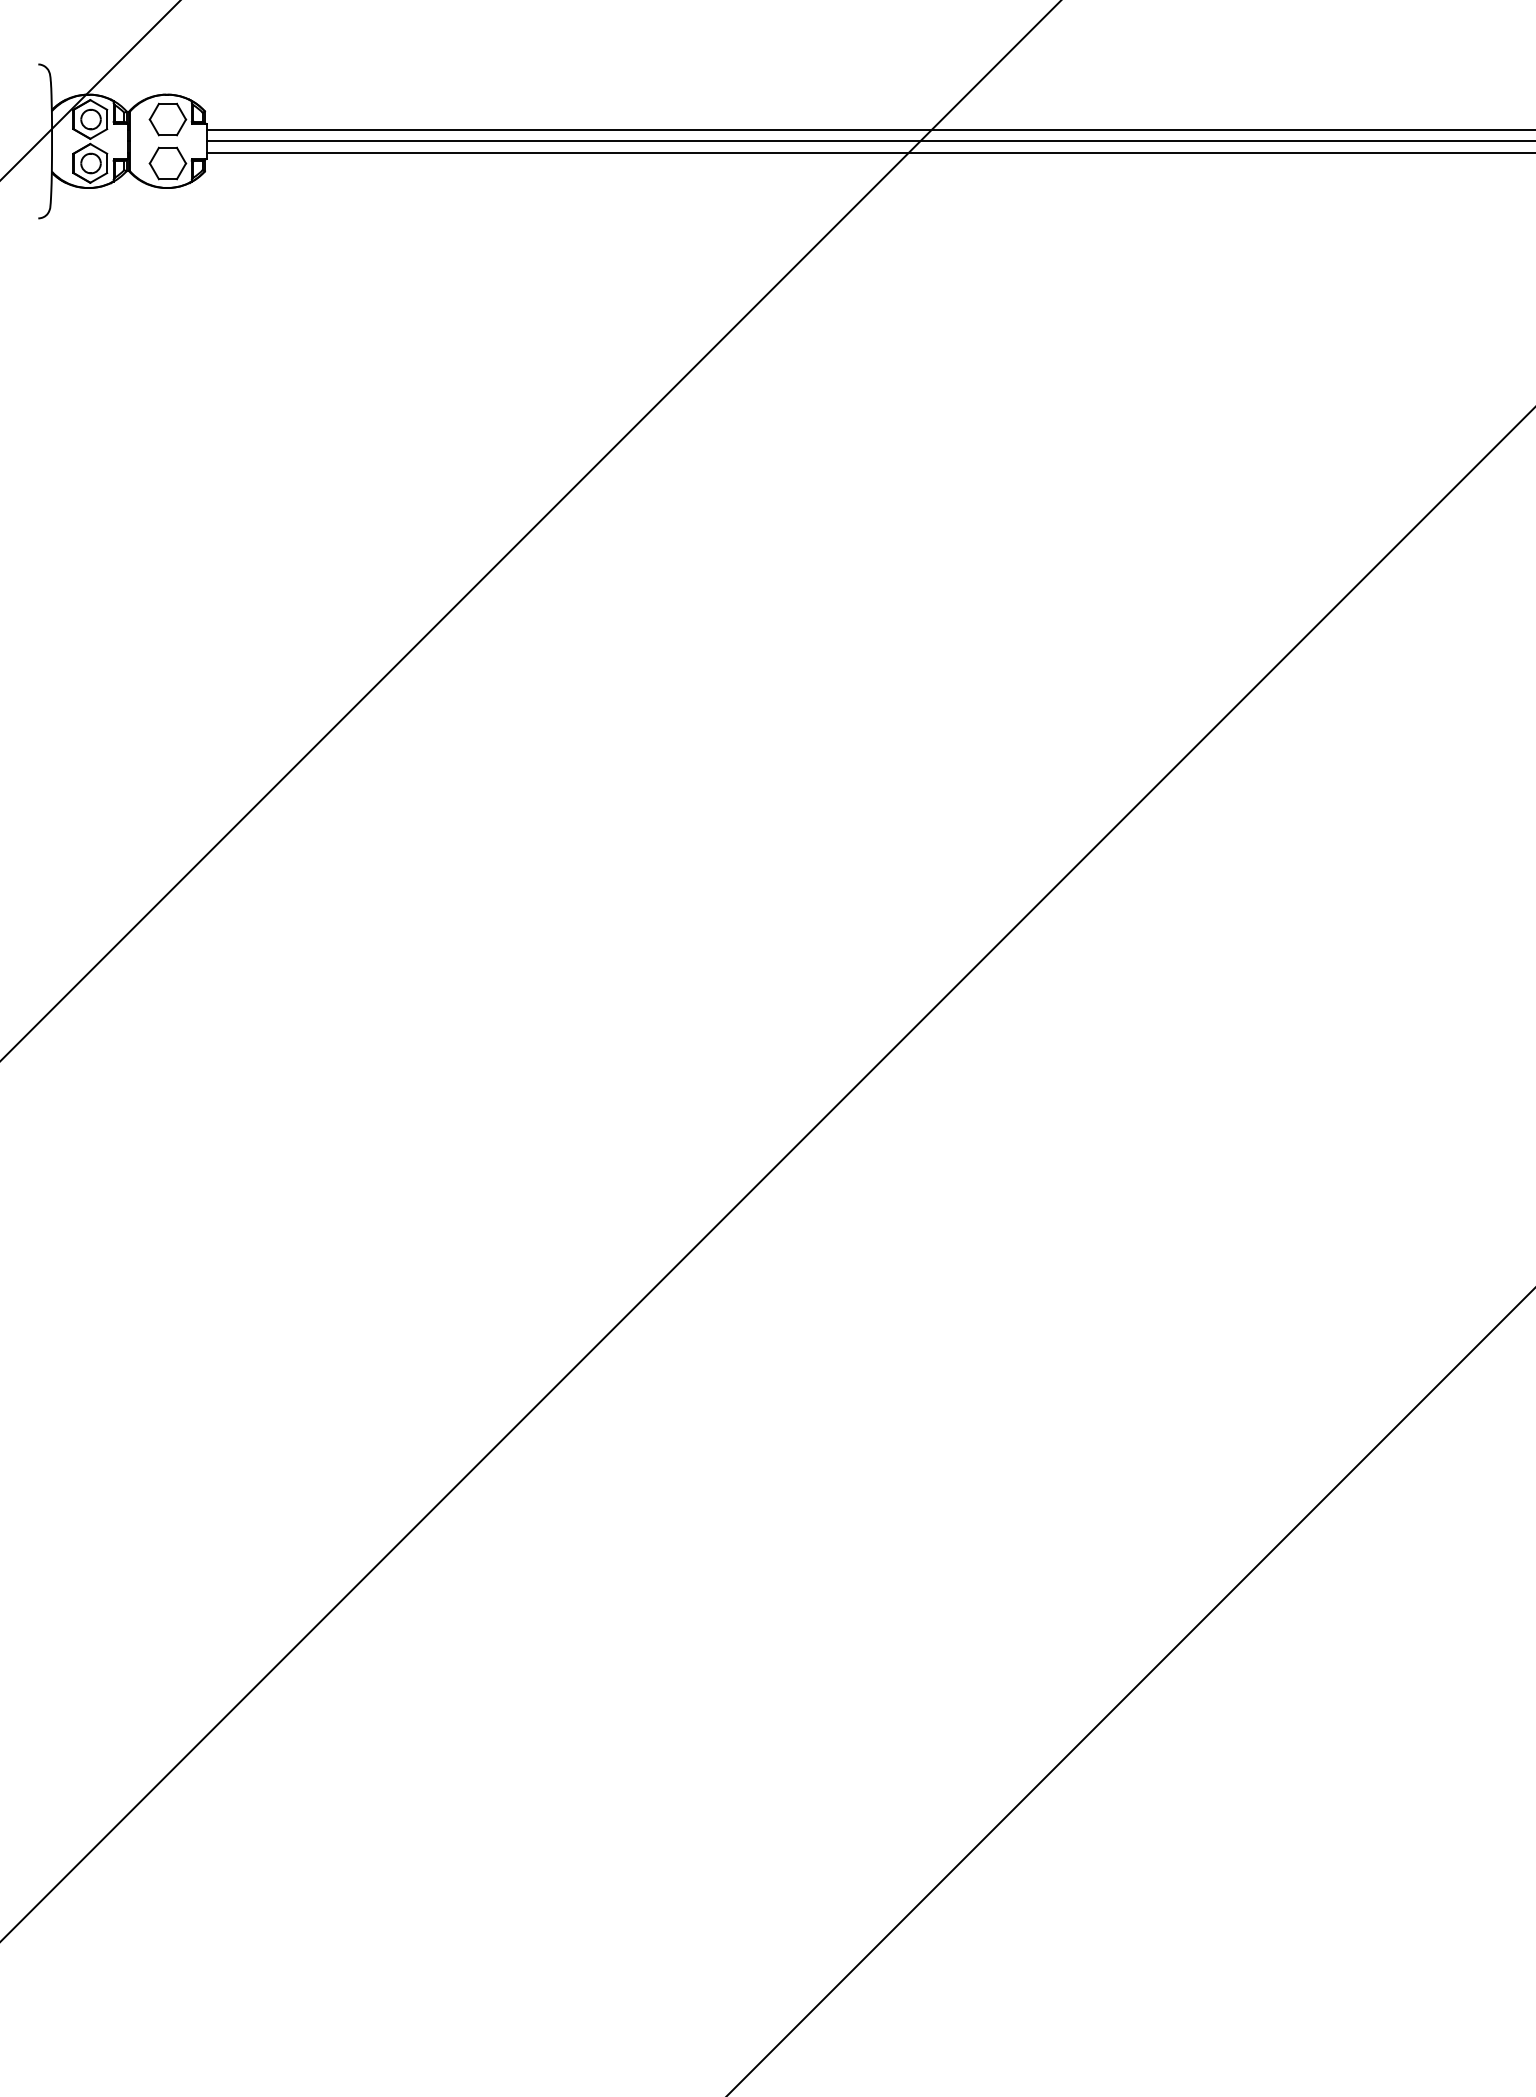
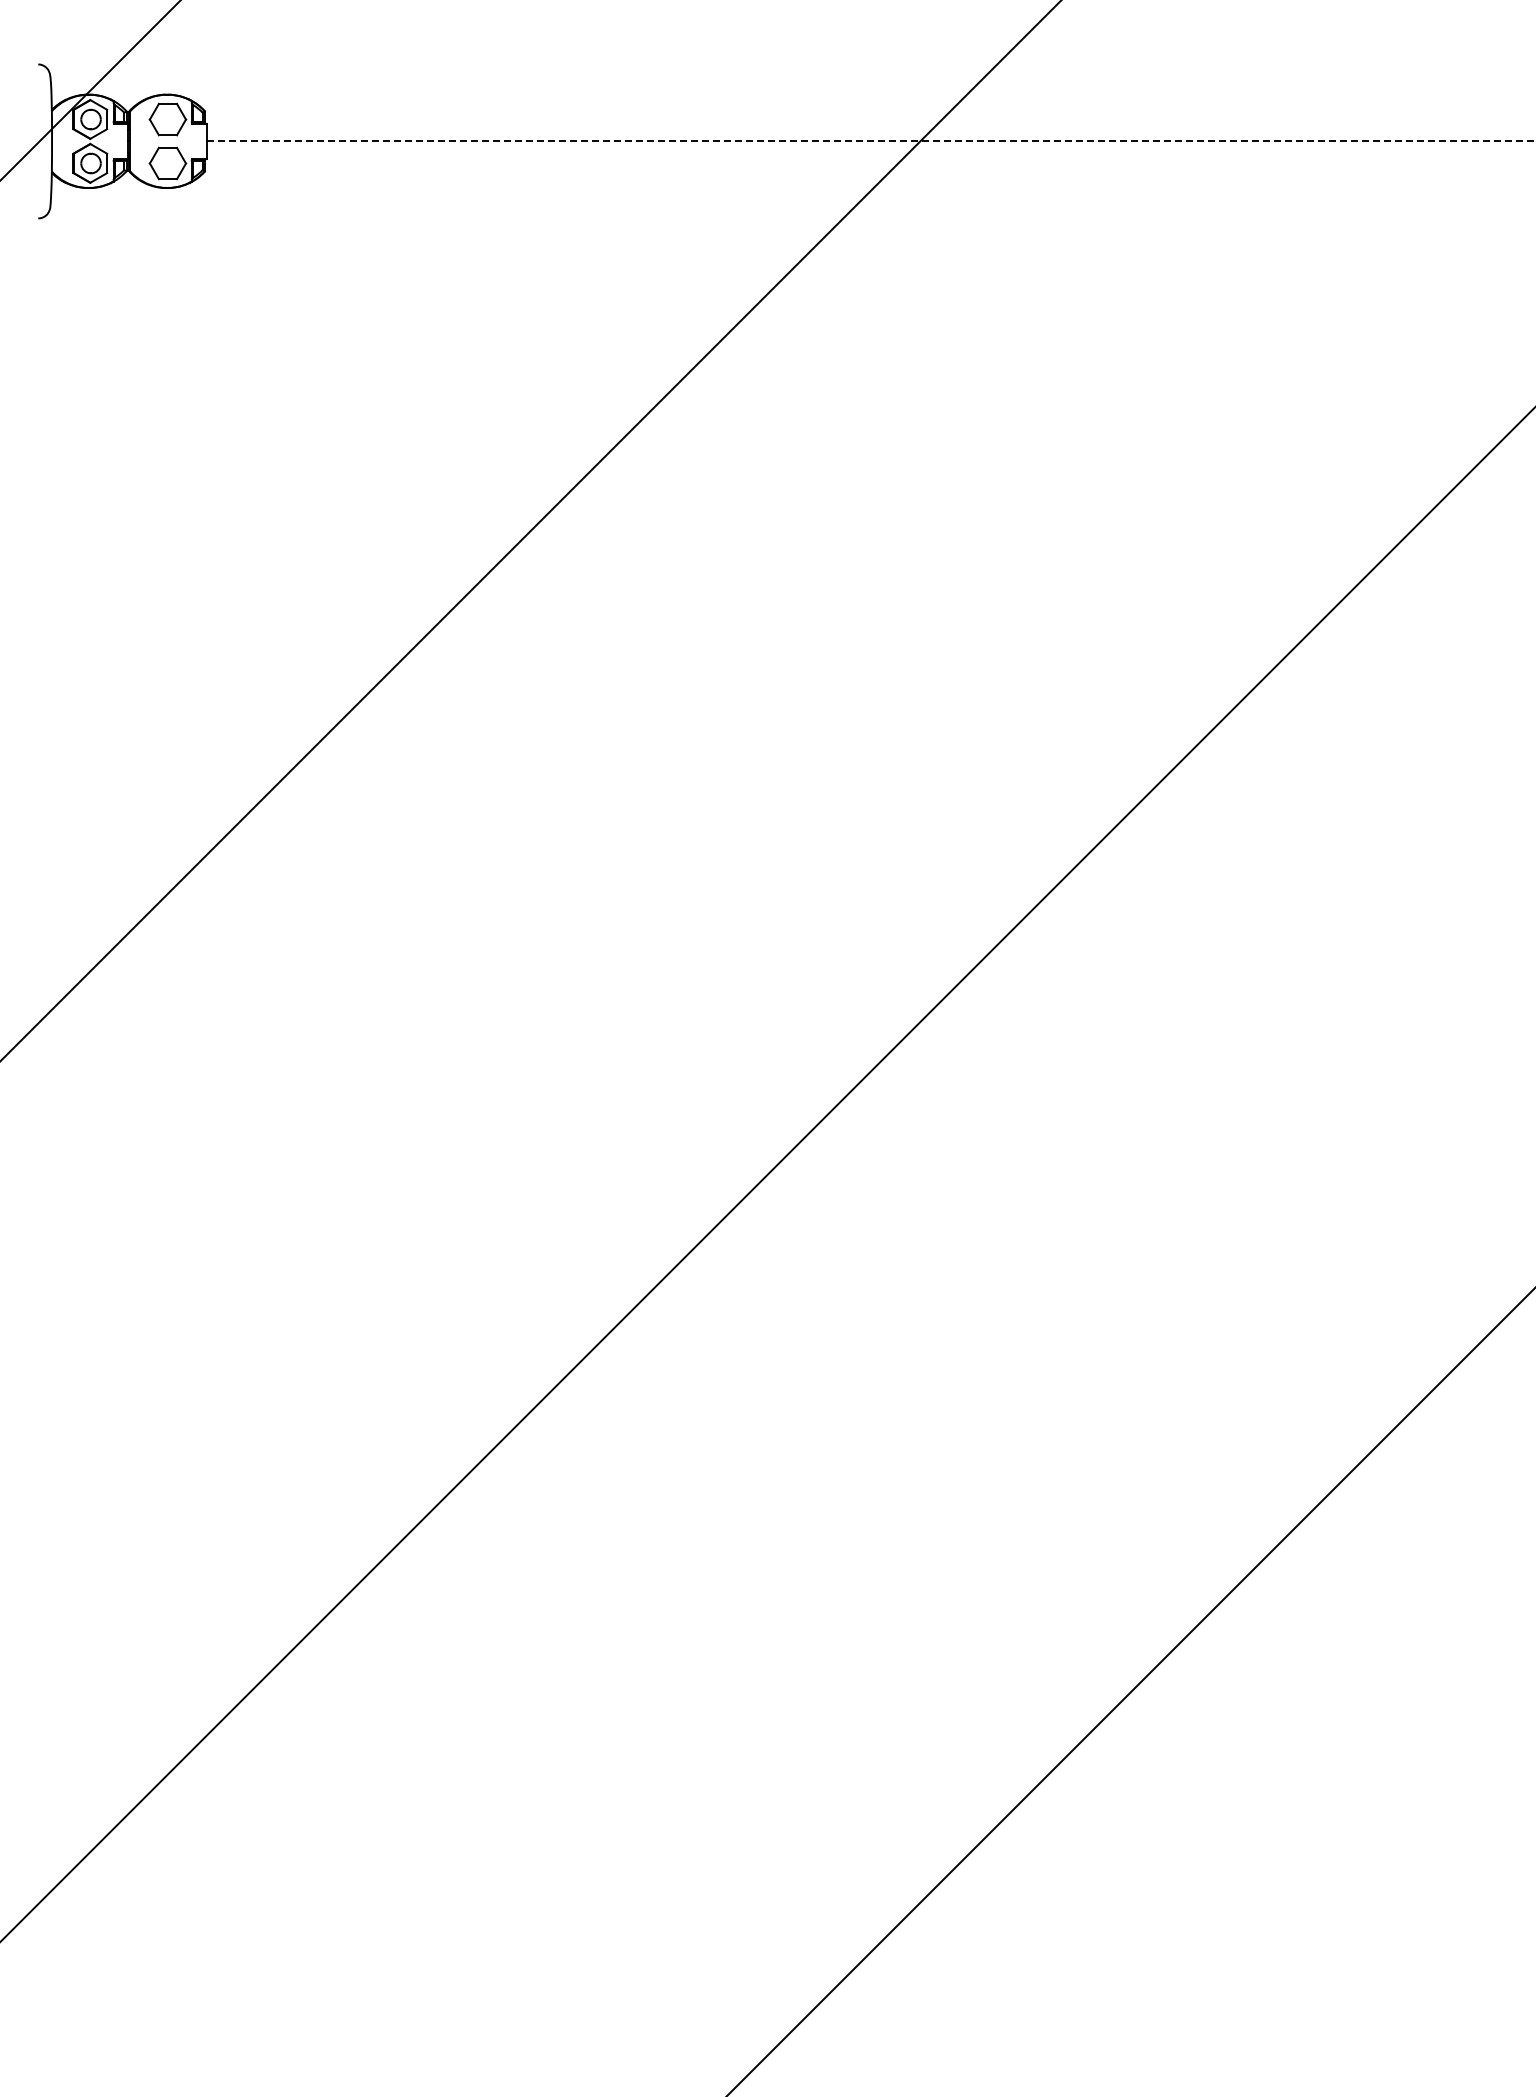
line at (869, 129): present -> none
line at (871, 141): solid -> dashed
line at (869, 153): present -> none
